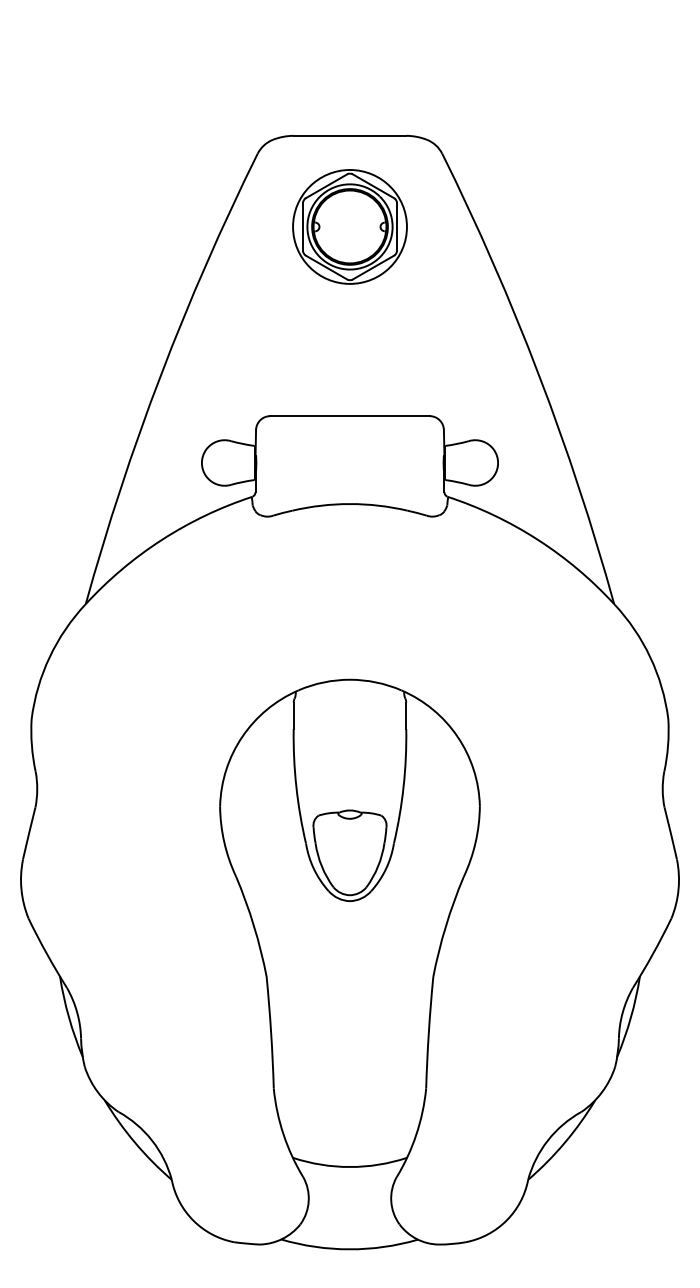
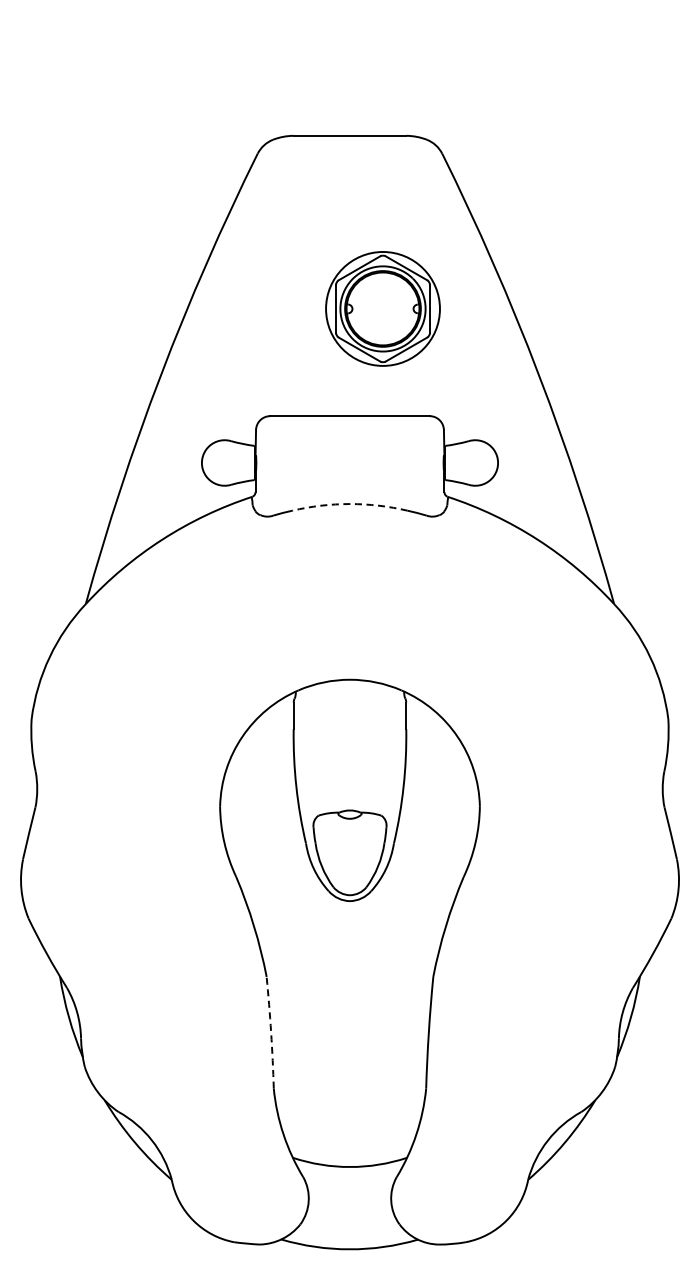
part at (349, 226) position: (349, 226) -> (382, 308)
arc at (350, 504): solid -> dashed
arc at (271, 1032): solid -> dashed
